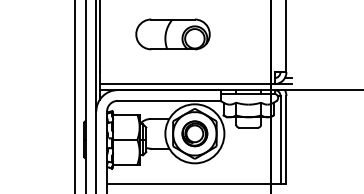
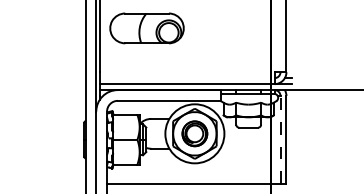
part at (172, 34) position: (172, 34) -> (146, 28)
line at (74, 96): present -> none
line at (280, 139): solid -> dashed
